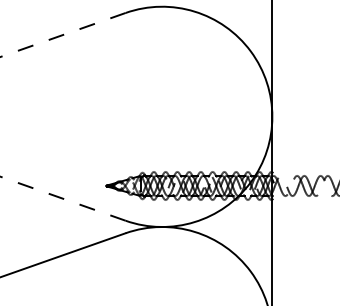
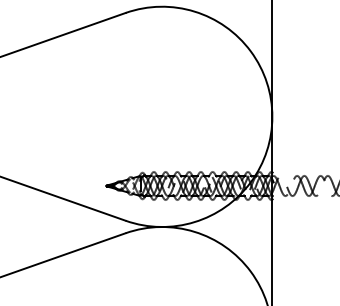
line at (62, 35): dashed -> solid
line at (62, 198): dashed -> solid
